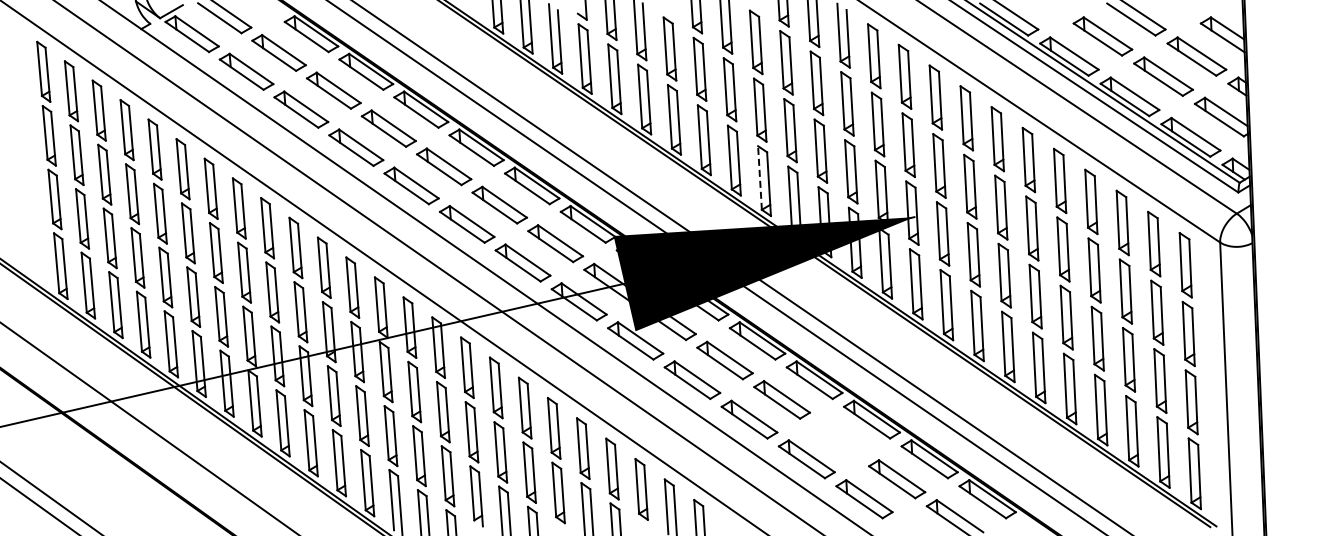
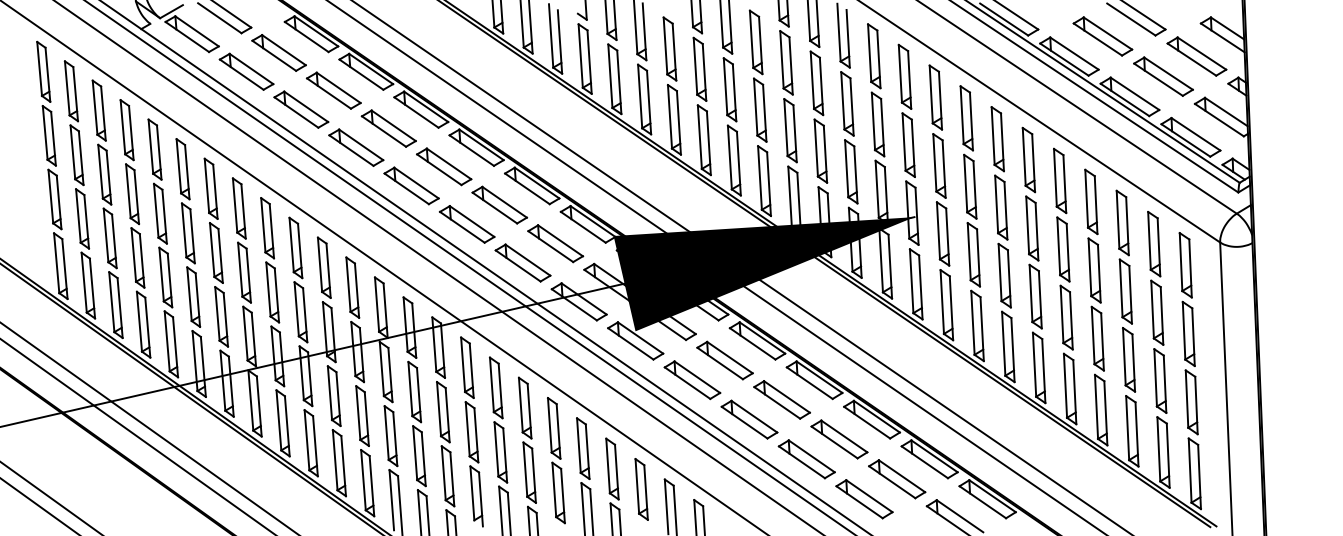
line at (759, 178): dashed -> solid
line at (469, 267): none -> present
line at (137, 436): none -> present
part at (839, 439): none -> present
